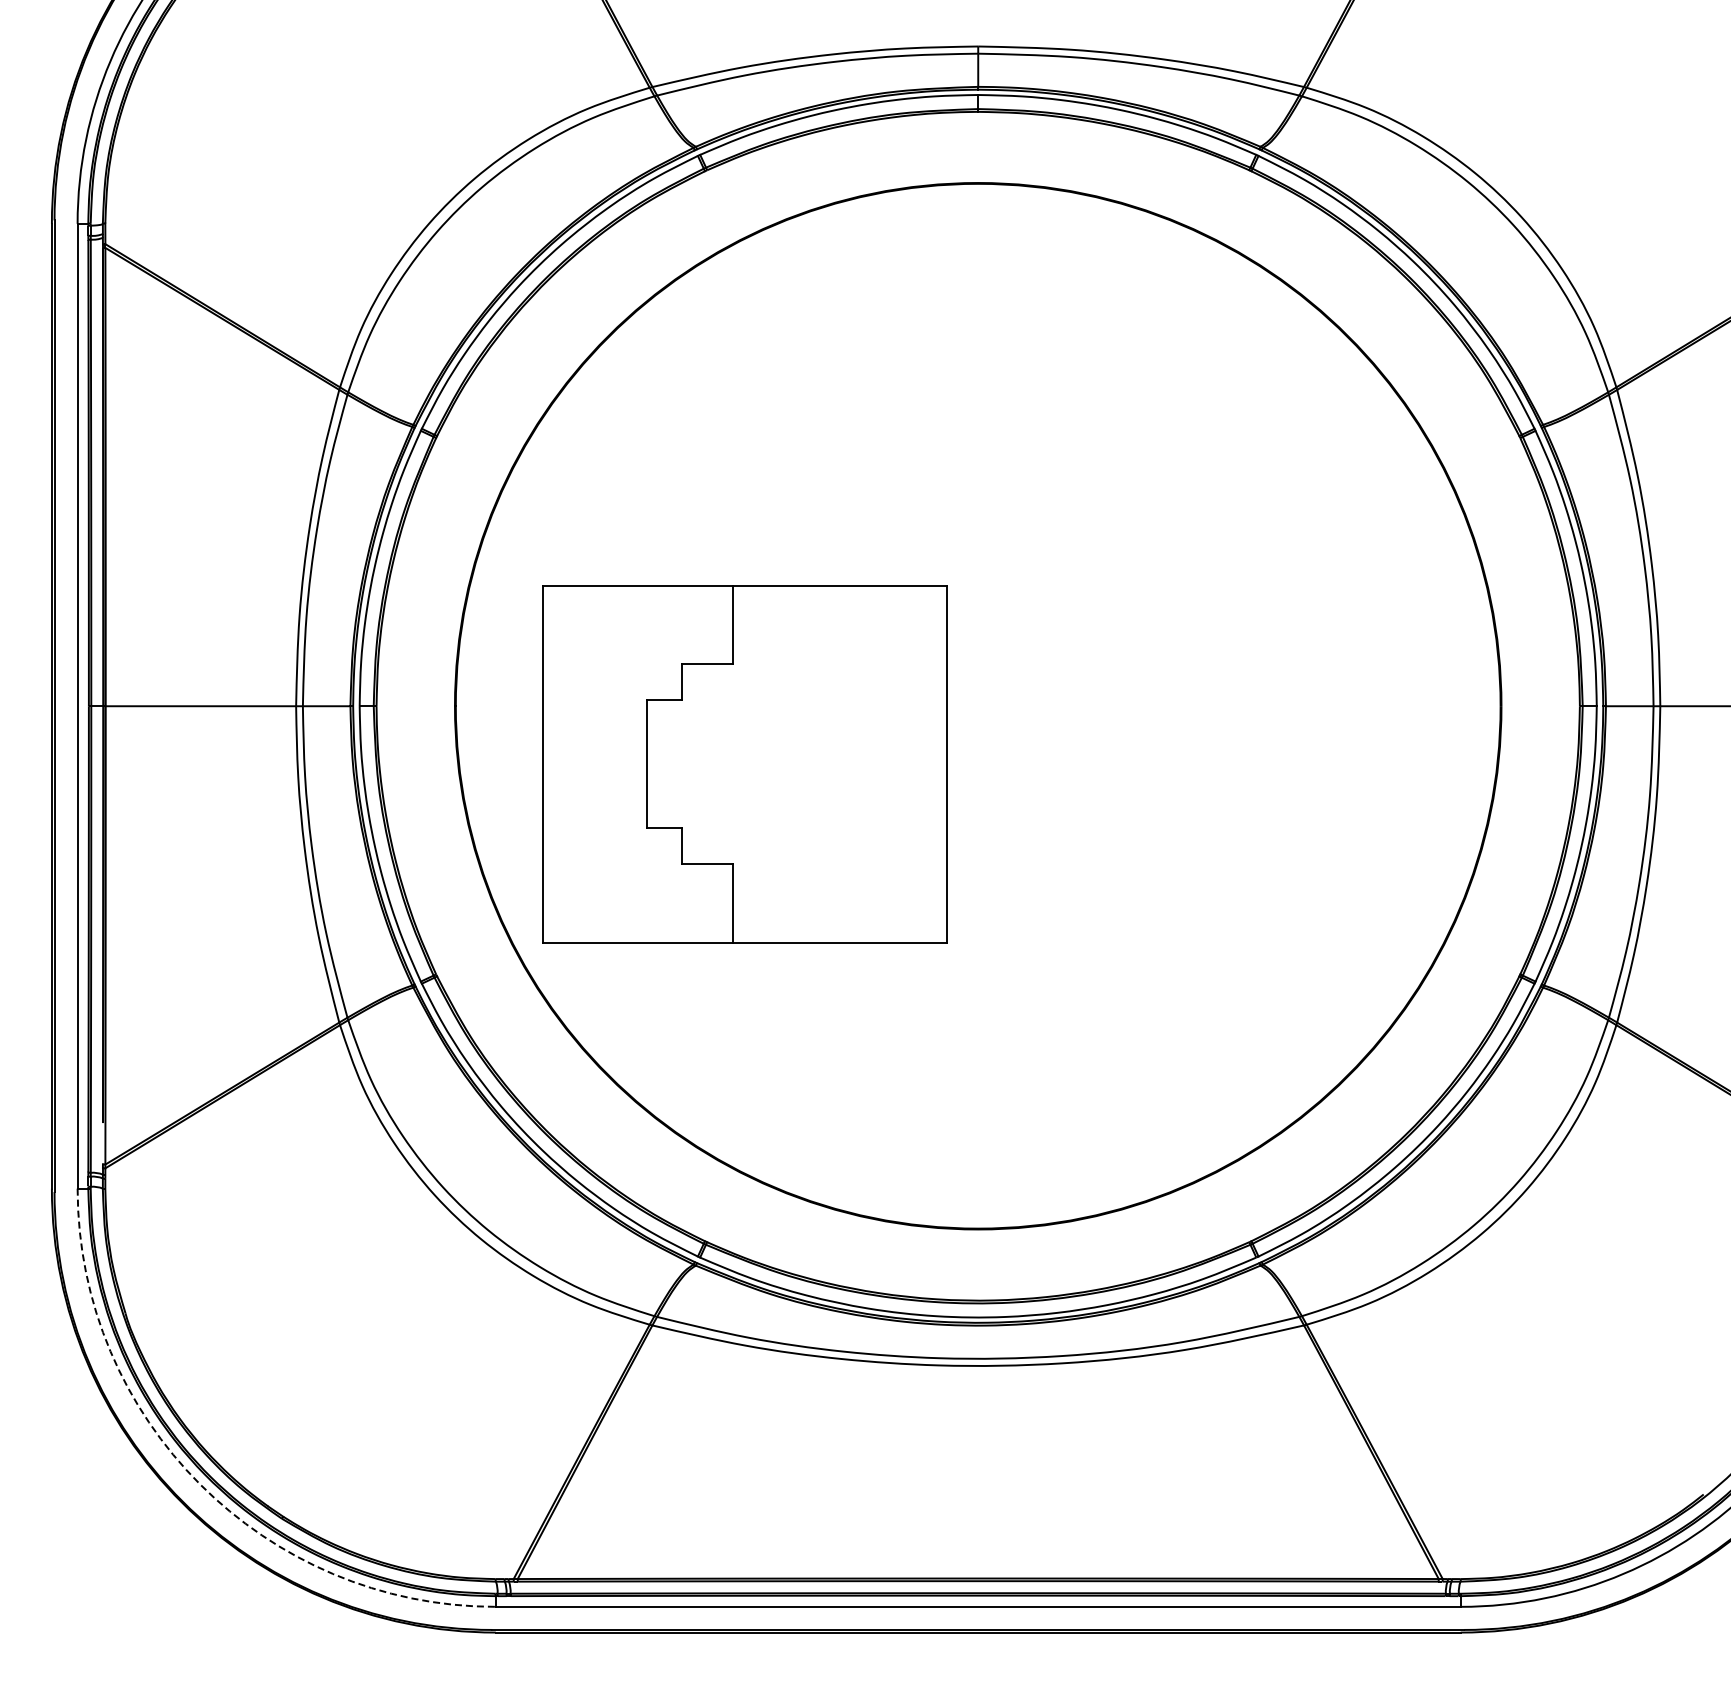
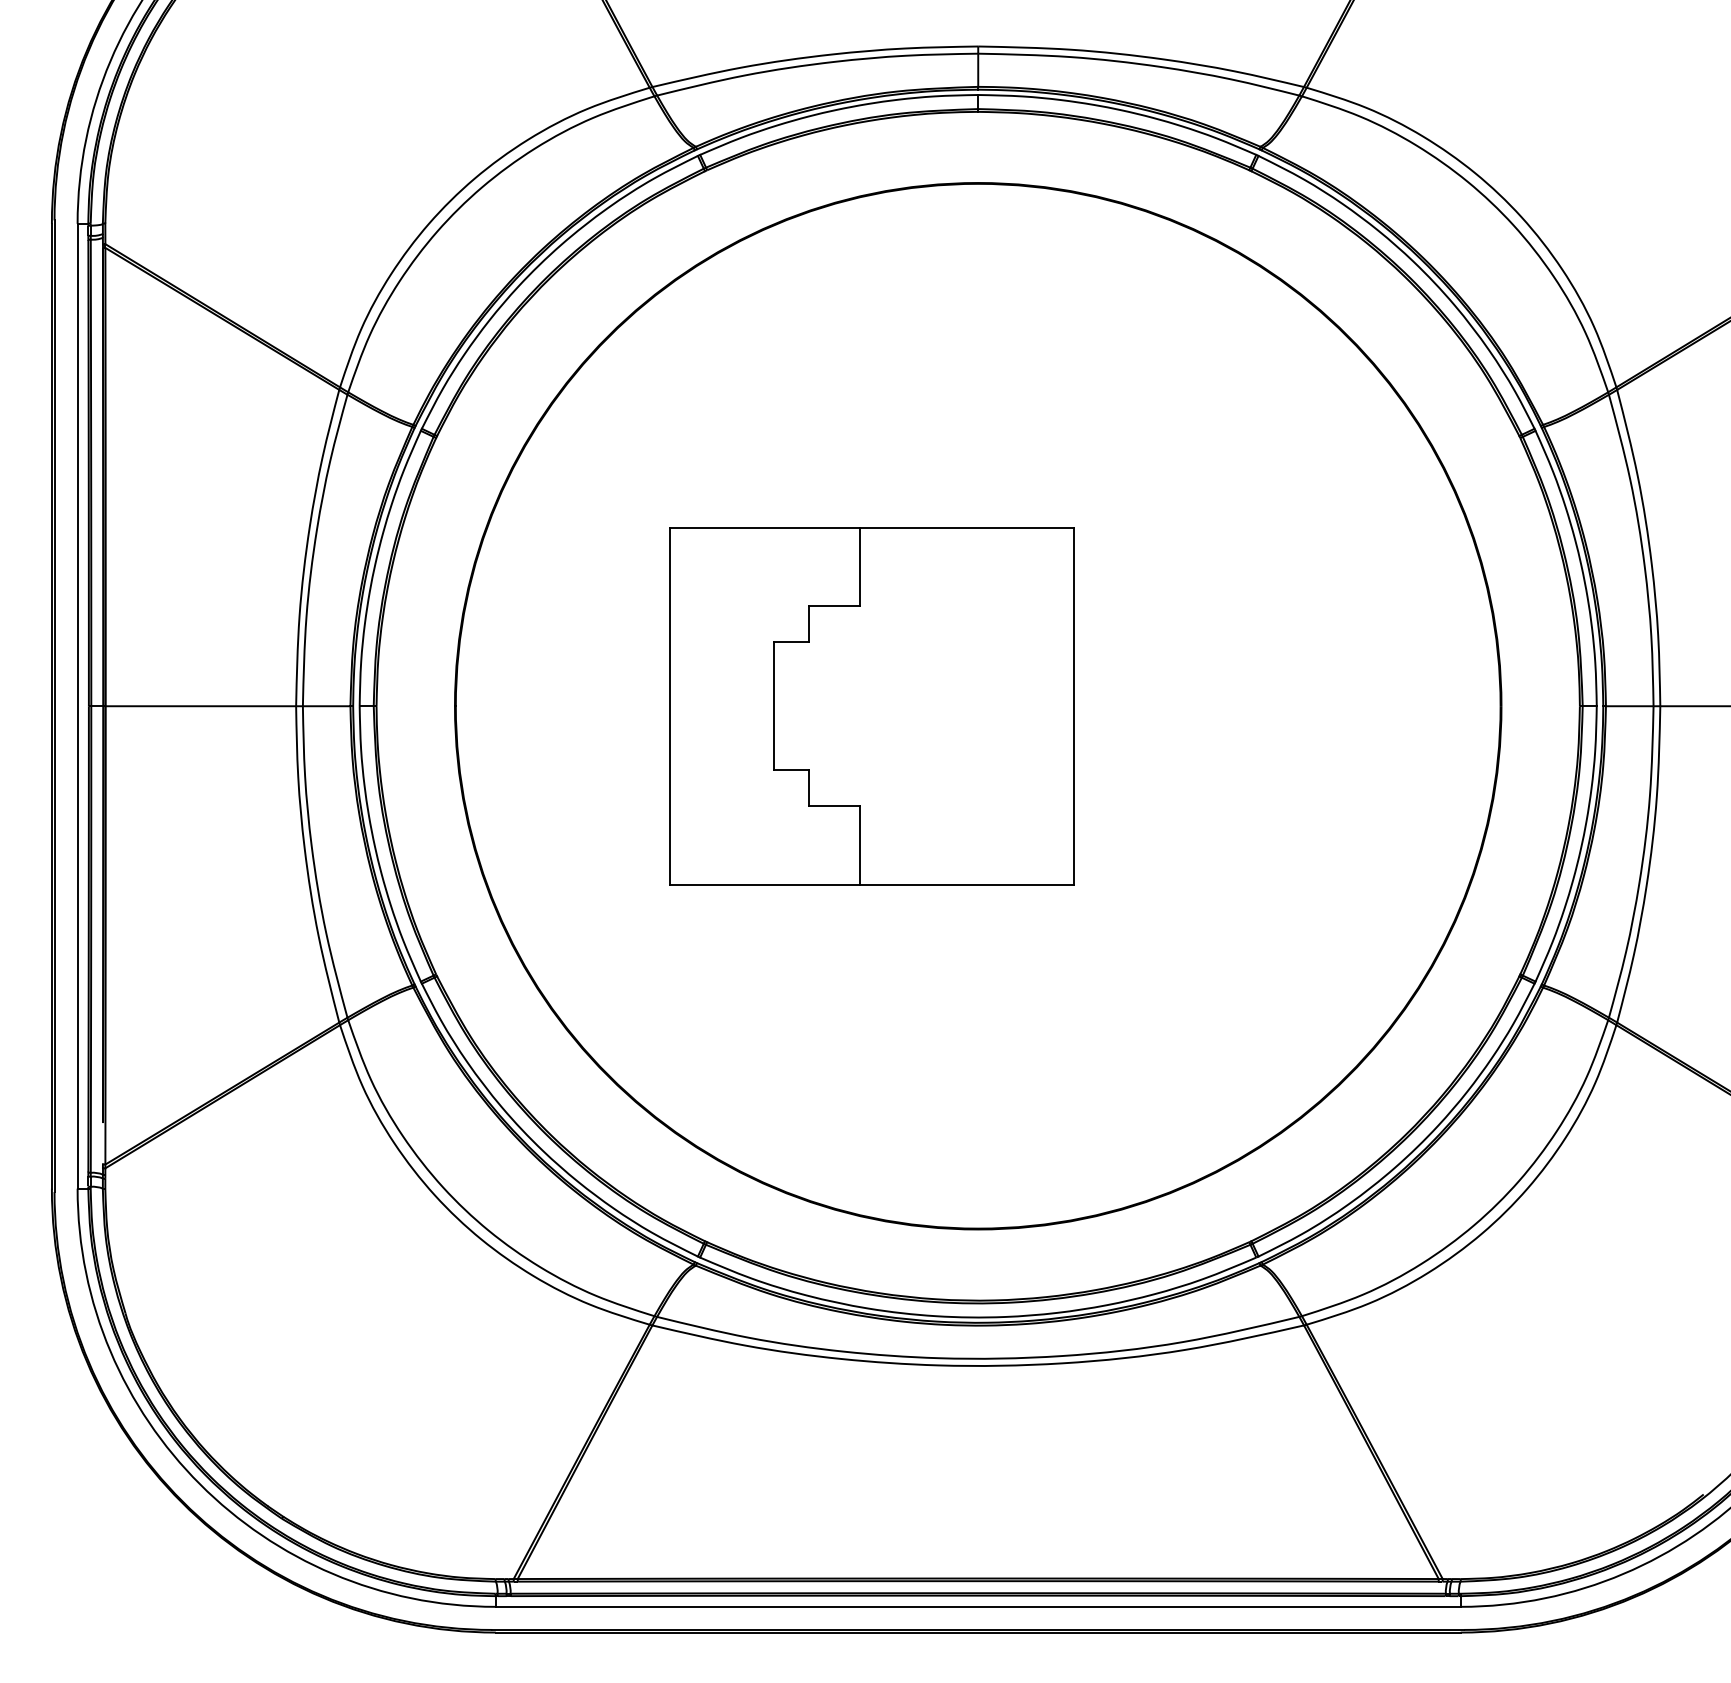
part at (744, 764) position: (744, 764) -> (871, 706)
arc at (200, 1484): dashed -> solid
